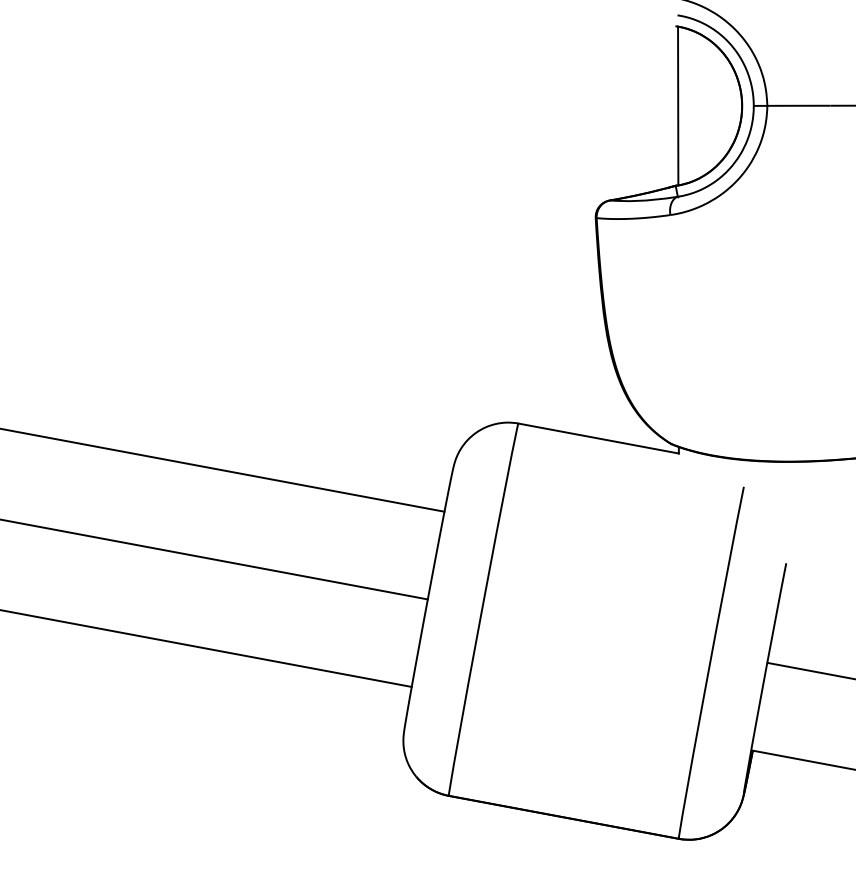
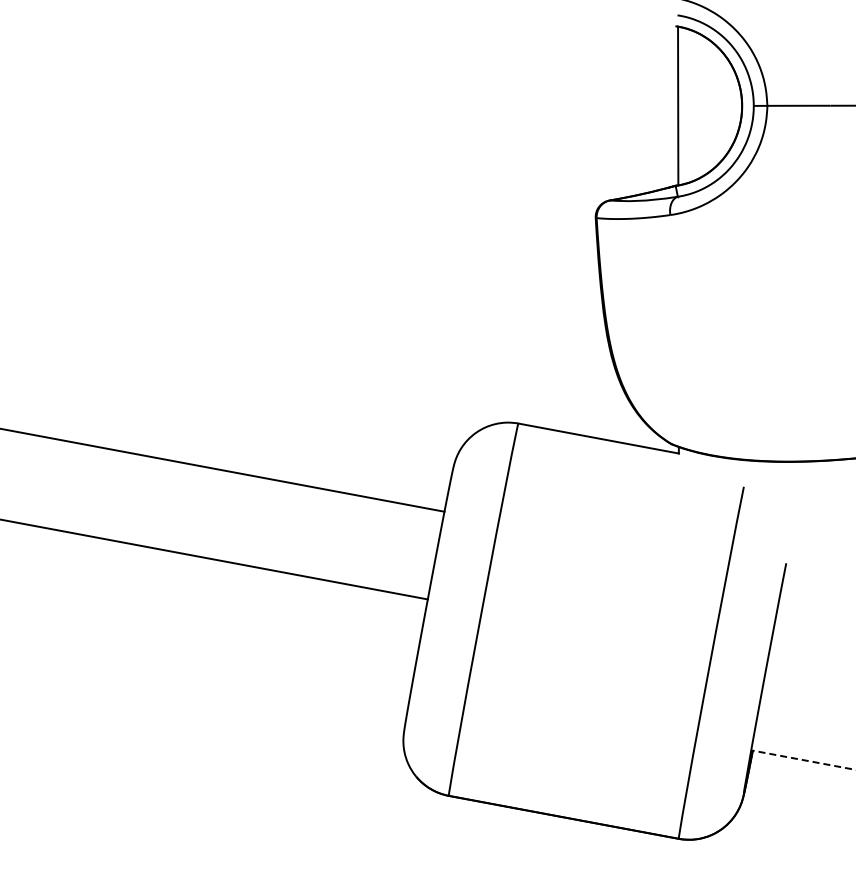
line at (206, 648): present -> none
line at (809, 670): present -> none
line at (803, 760): solid -> dashed
